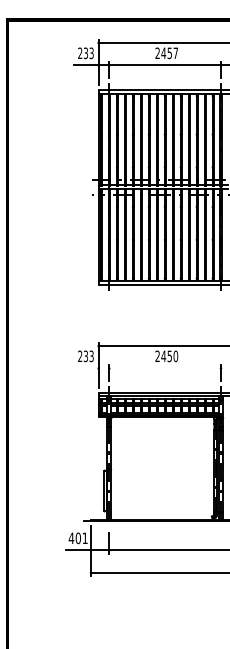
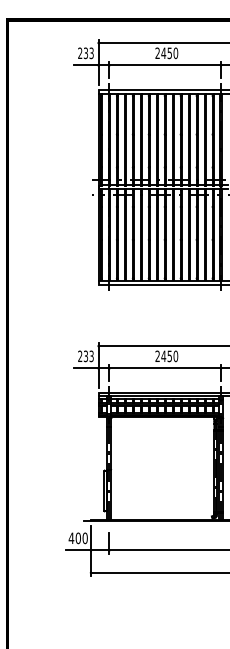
text at (175, 53): 2457 -> 2450
line at (149, 368): none -> present
text at (84, 538): 401 -> 400
